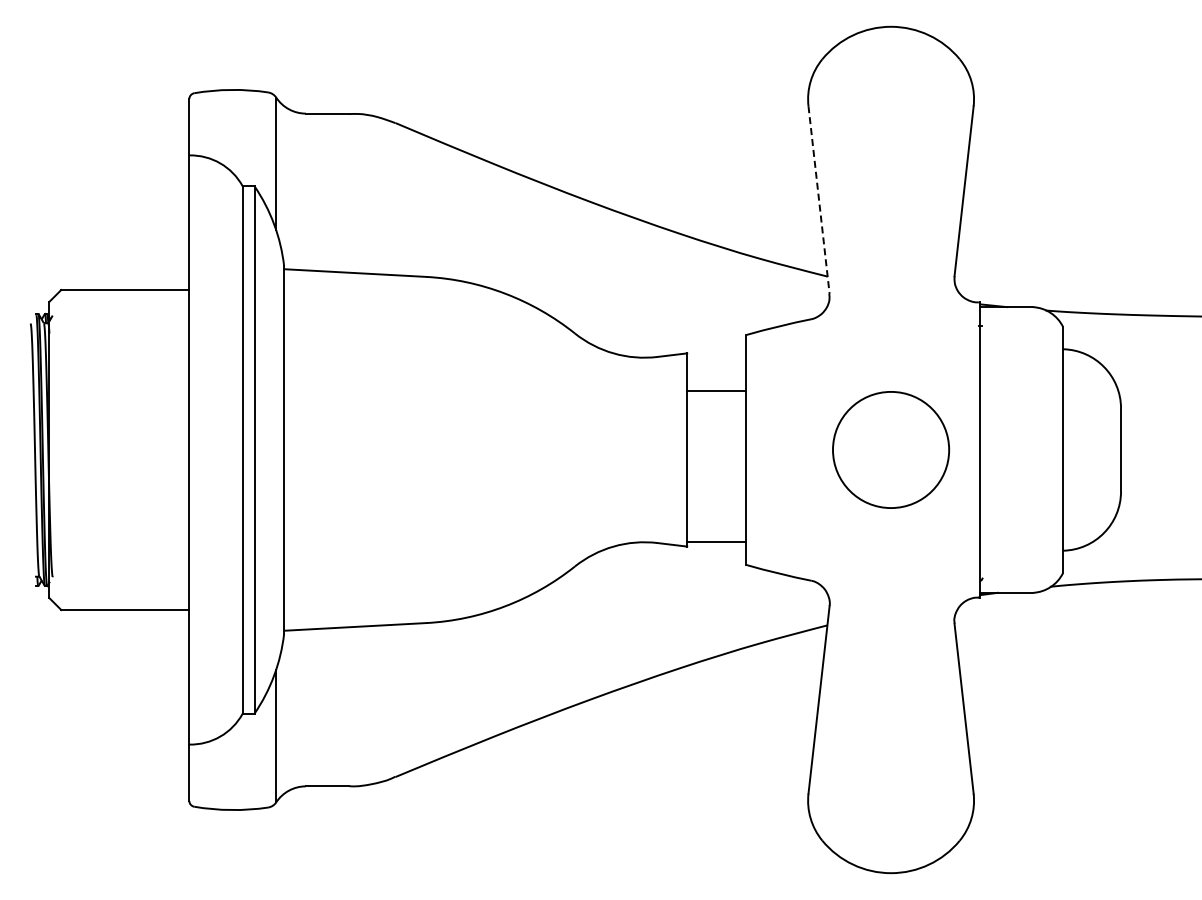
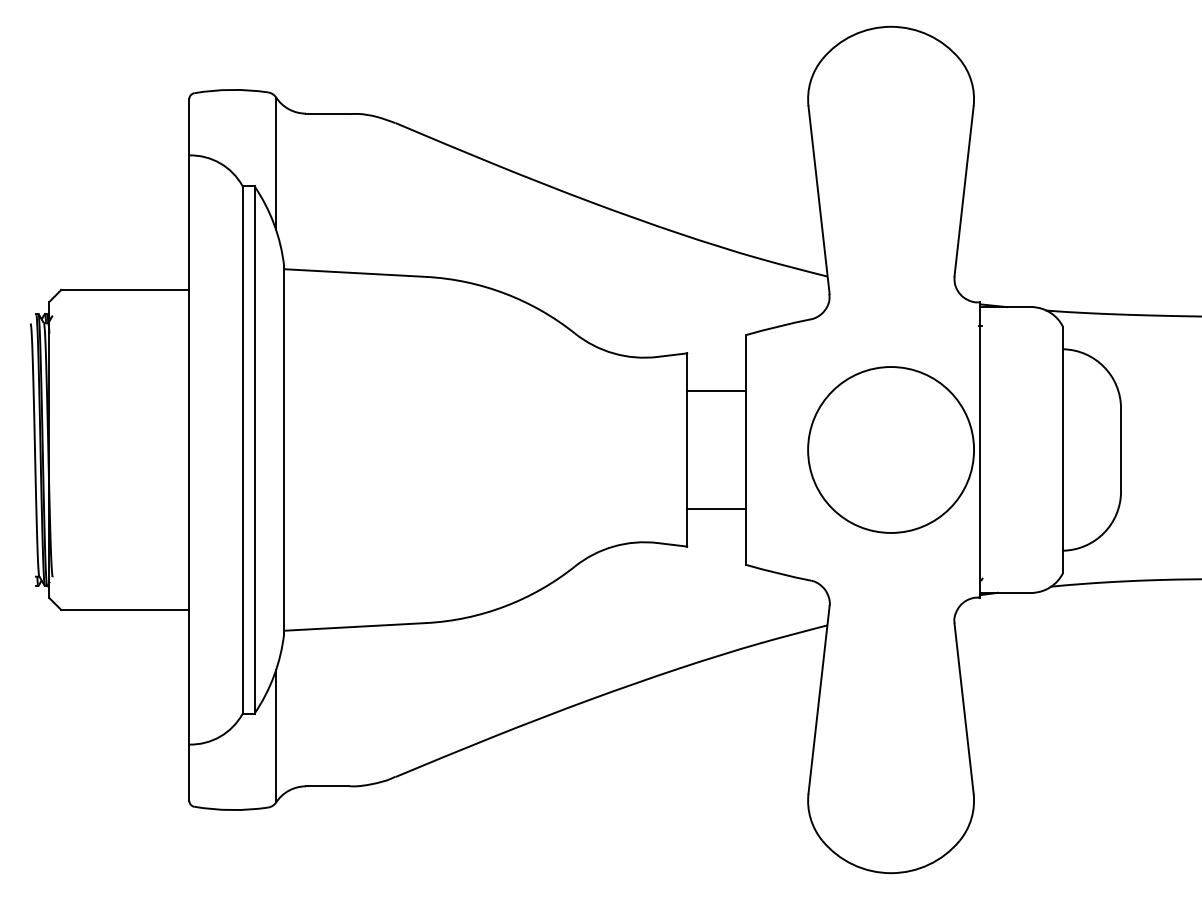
line at (819, 200): dashed -> solid
circle at (890, 449) diameter: 116 px -> 166 px
line at (716, 542) position: (716, 542) -> (716, 509)
